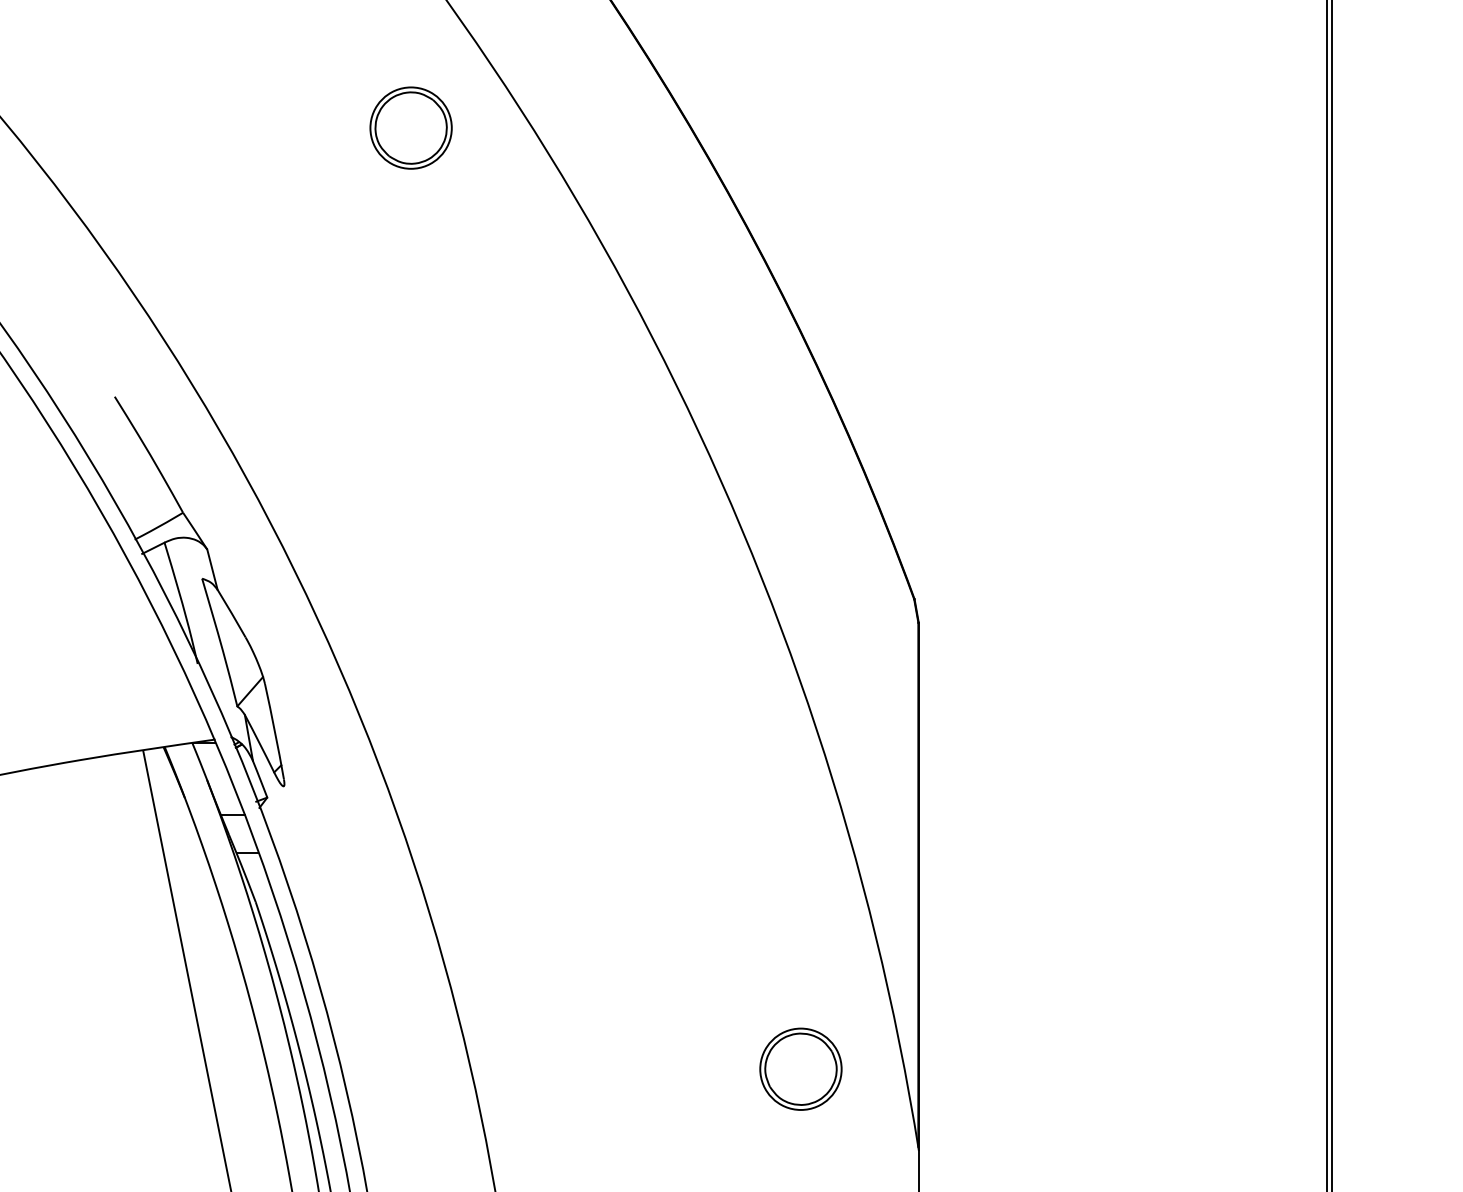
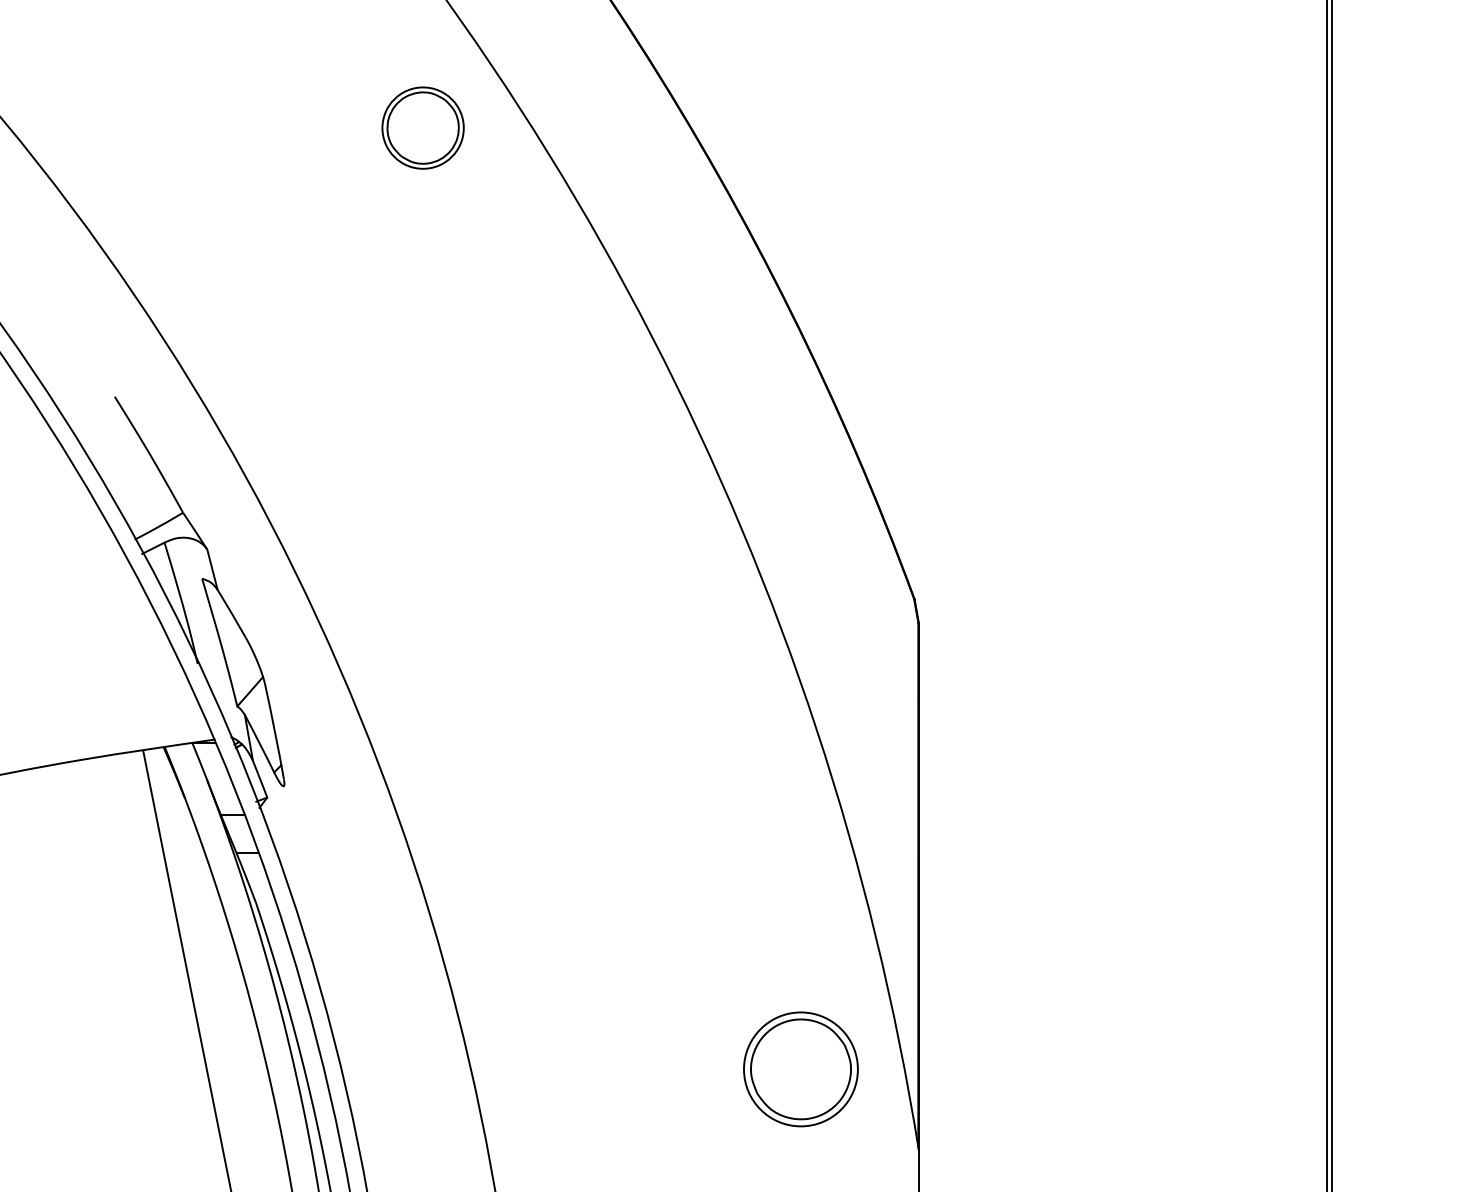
part at (410, 127) position: (410, 127) -> (422, 127)
part at (800, 1068) size: 84x84 px -> 116x117 px
